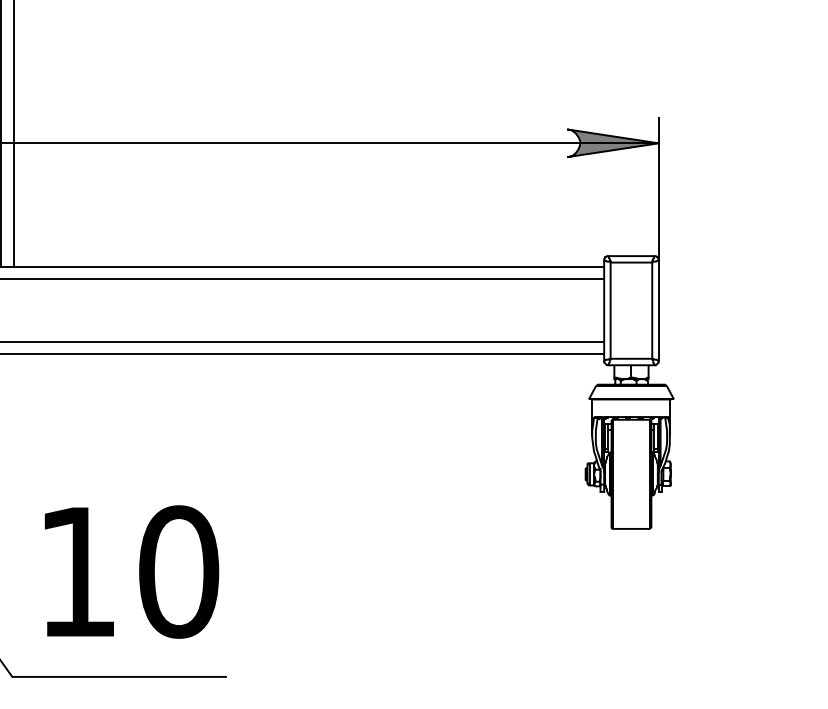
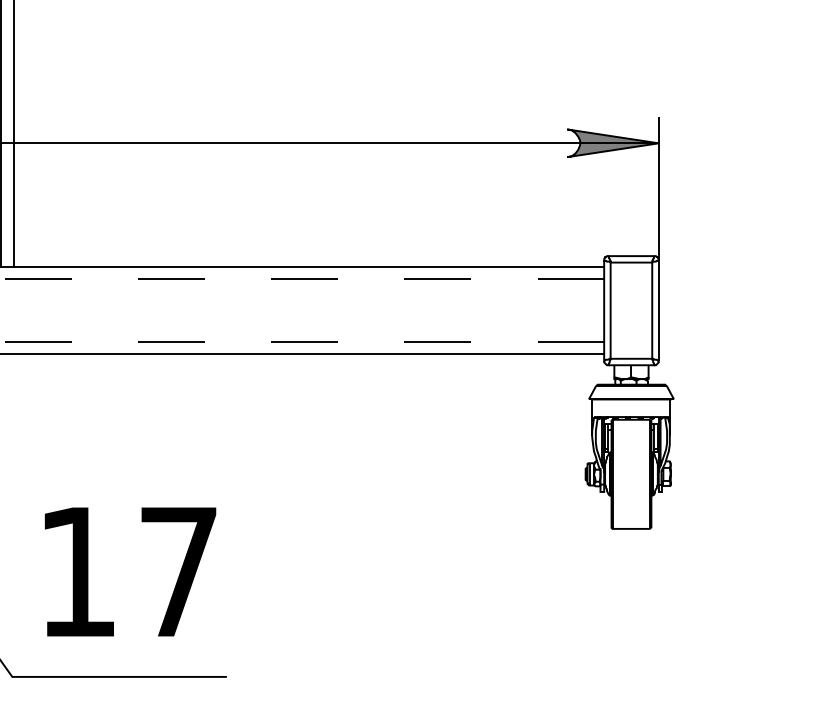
line at (302, 279): solid -> dashed
line at (302, 342): solid -> dashed
text at (179, 571): 10 -> 17
